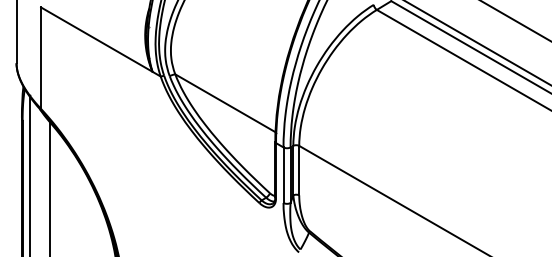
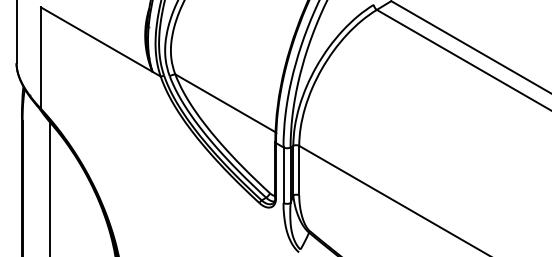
line at (515, 21): present -> none
line at (477, 42): present -> none
line at (29, 174): present -> none
